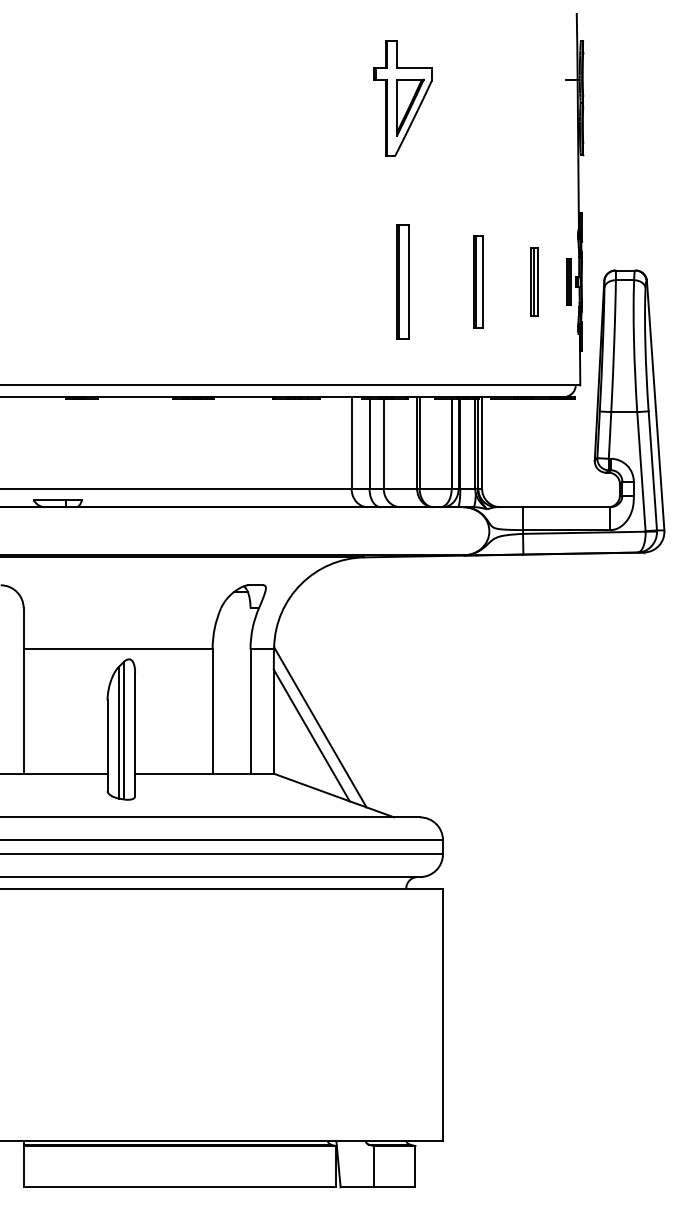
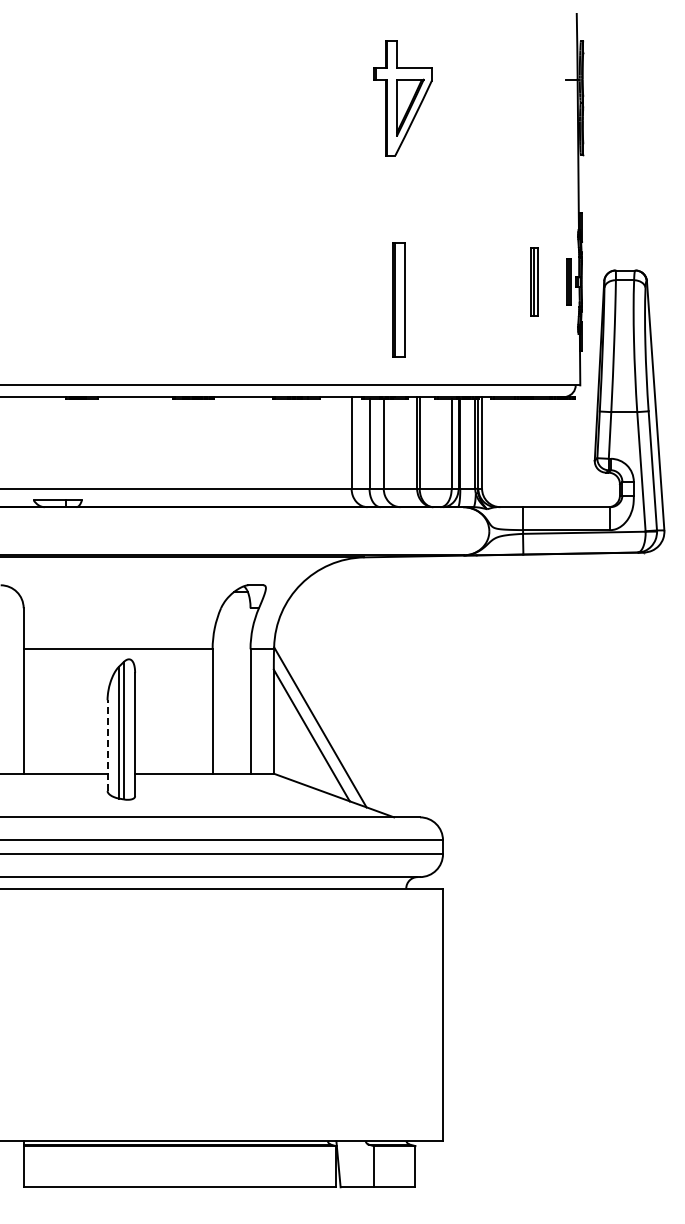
part at (402, 281) position: (402, 281) -> (398, 299)
part at (478, 281): present -> none
line at (107, 745): solid -> dashed
